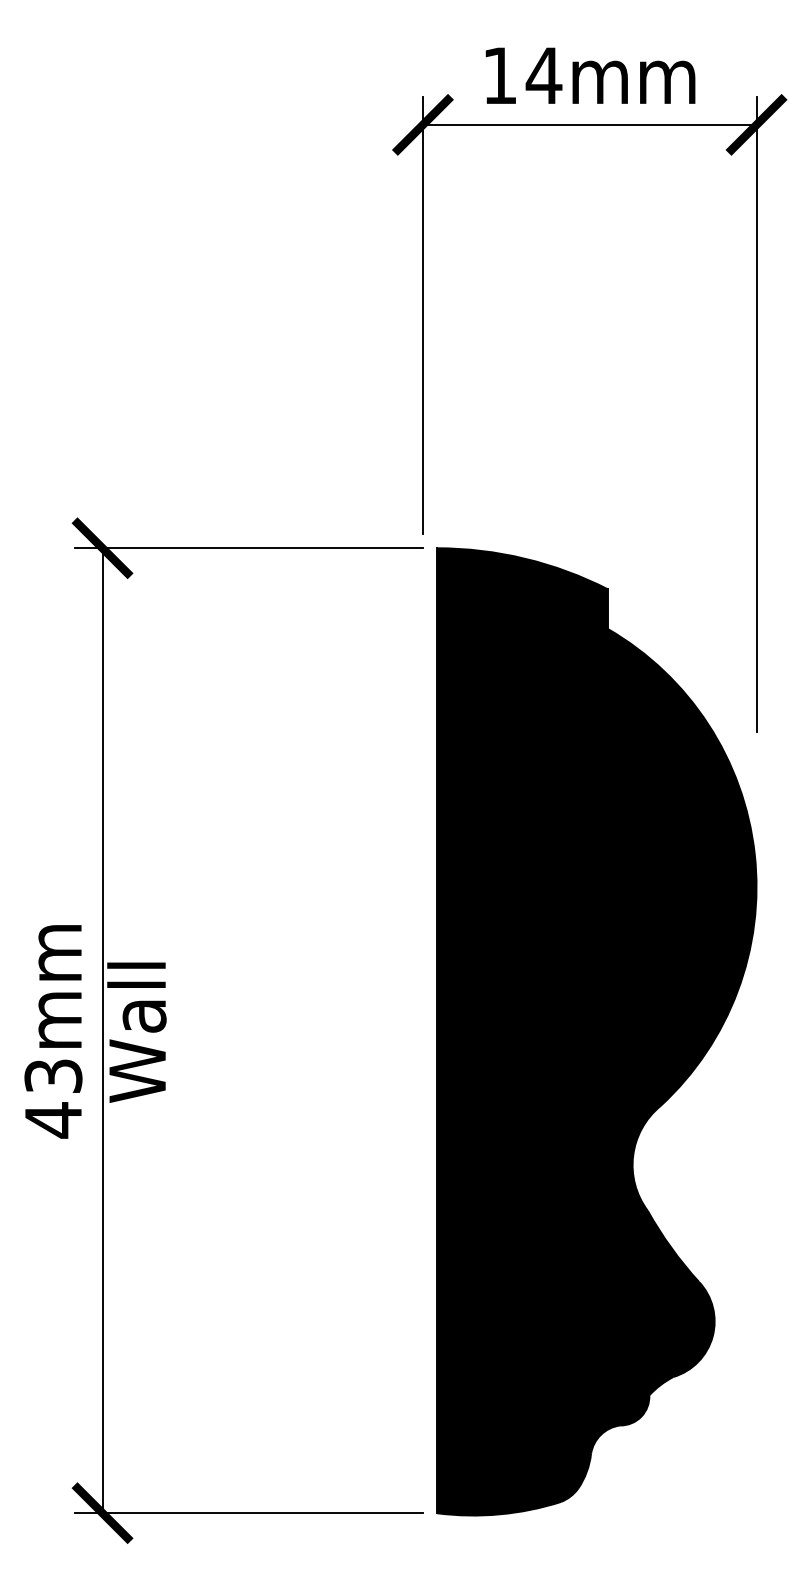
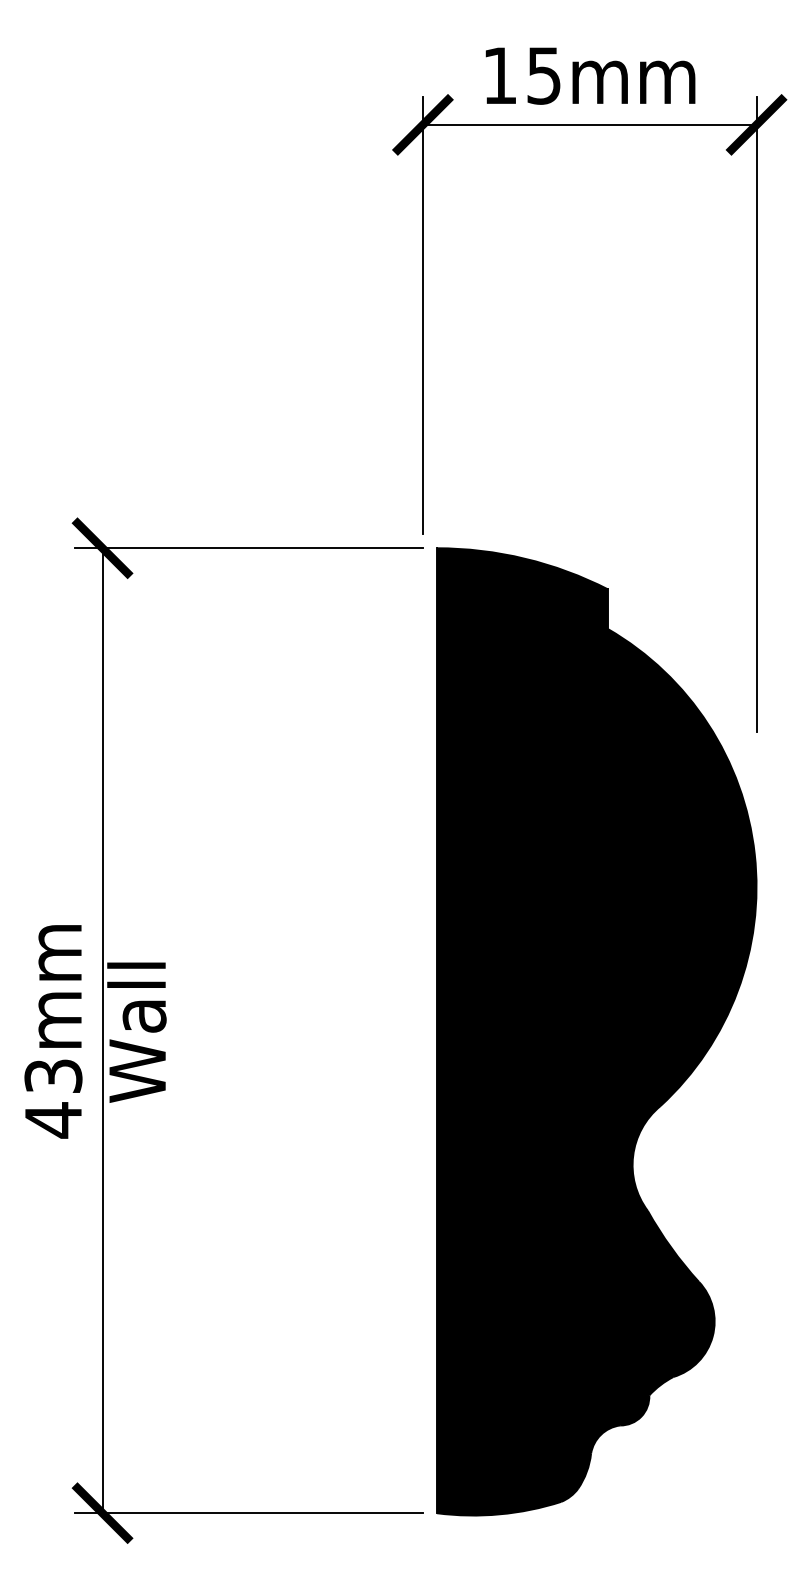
text at (543, 75): 14mm -> 15mm
